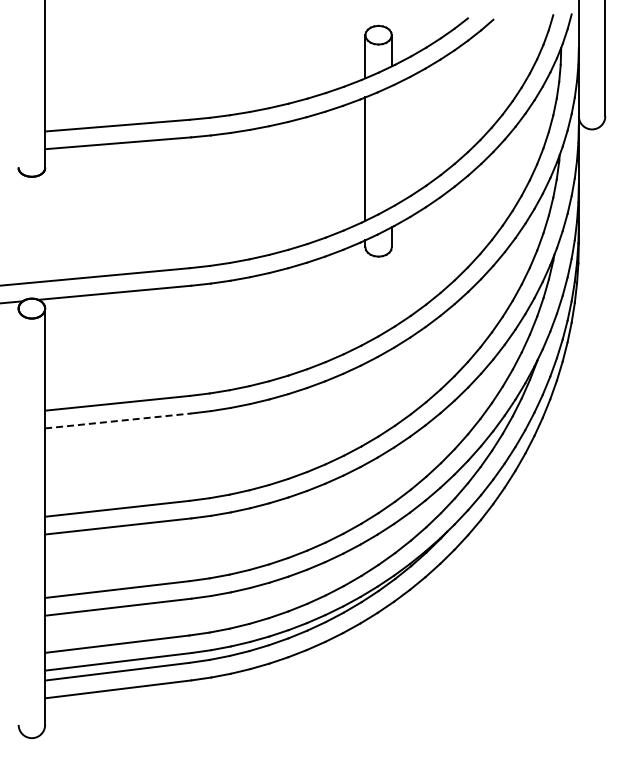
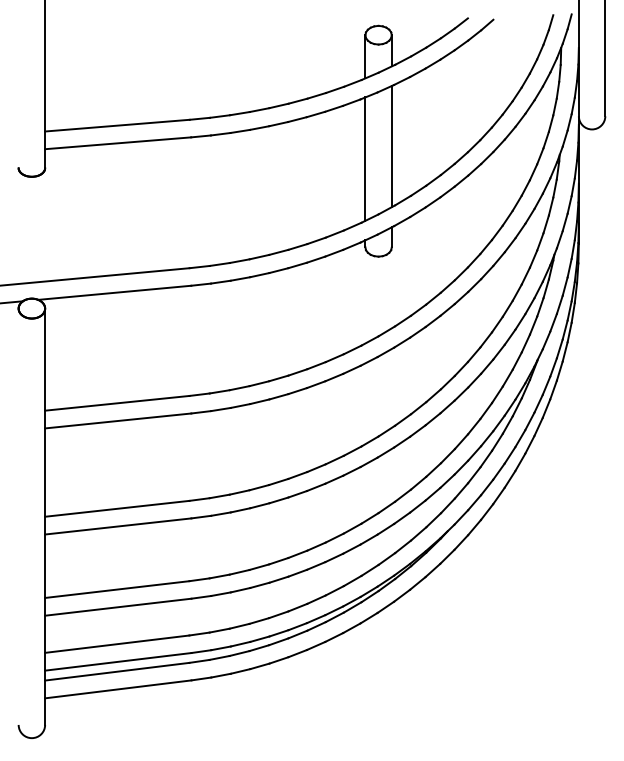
line at (391, 146): none -> present
line at (118, 420): dashed -> solid
